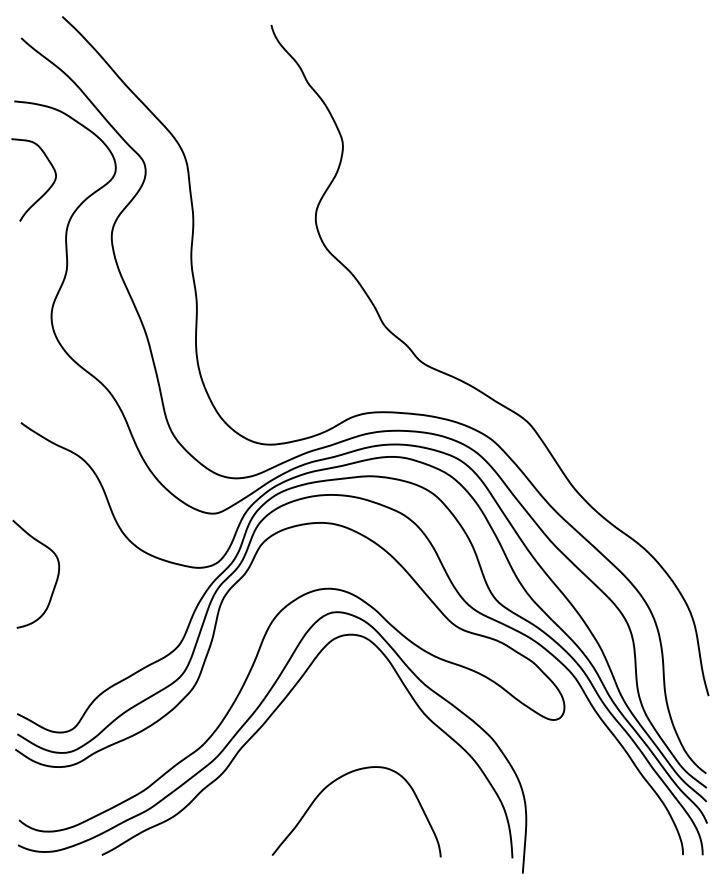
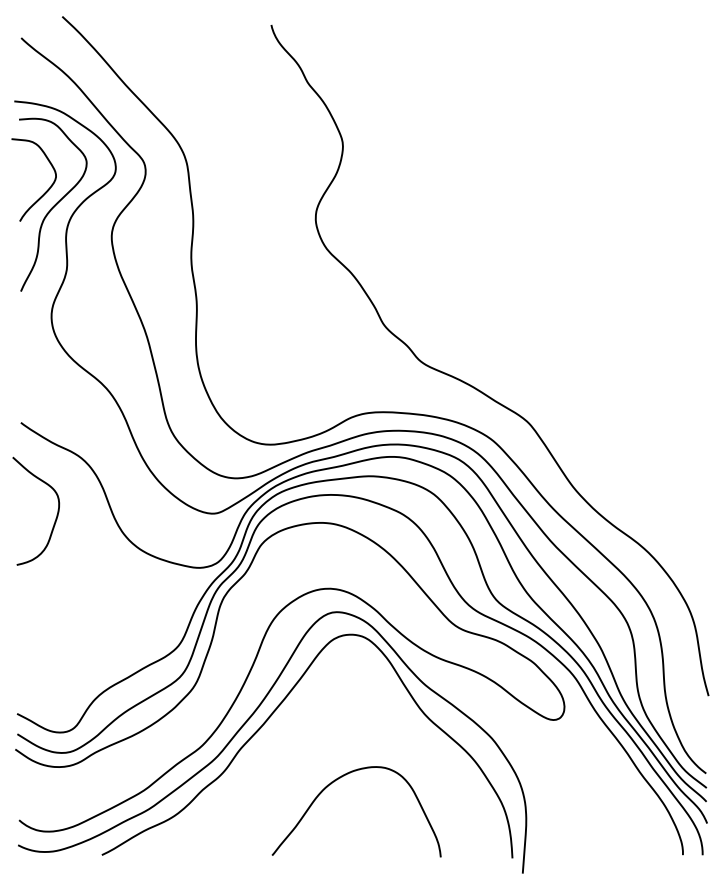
curve at (54, 204): none -> present
curve at (56, 577) position: (56, 577) -> (56, 514)
